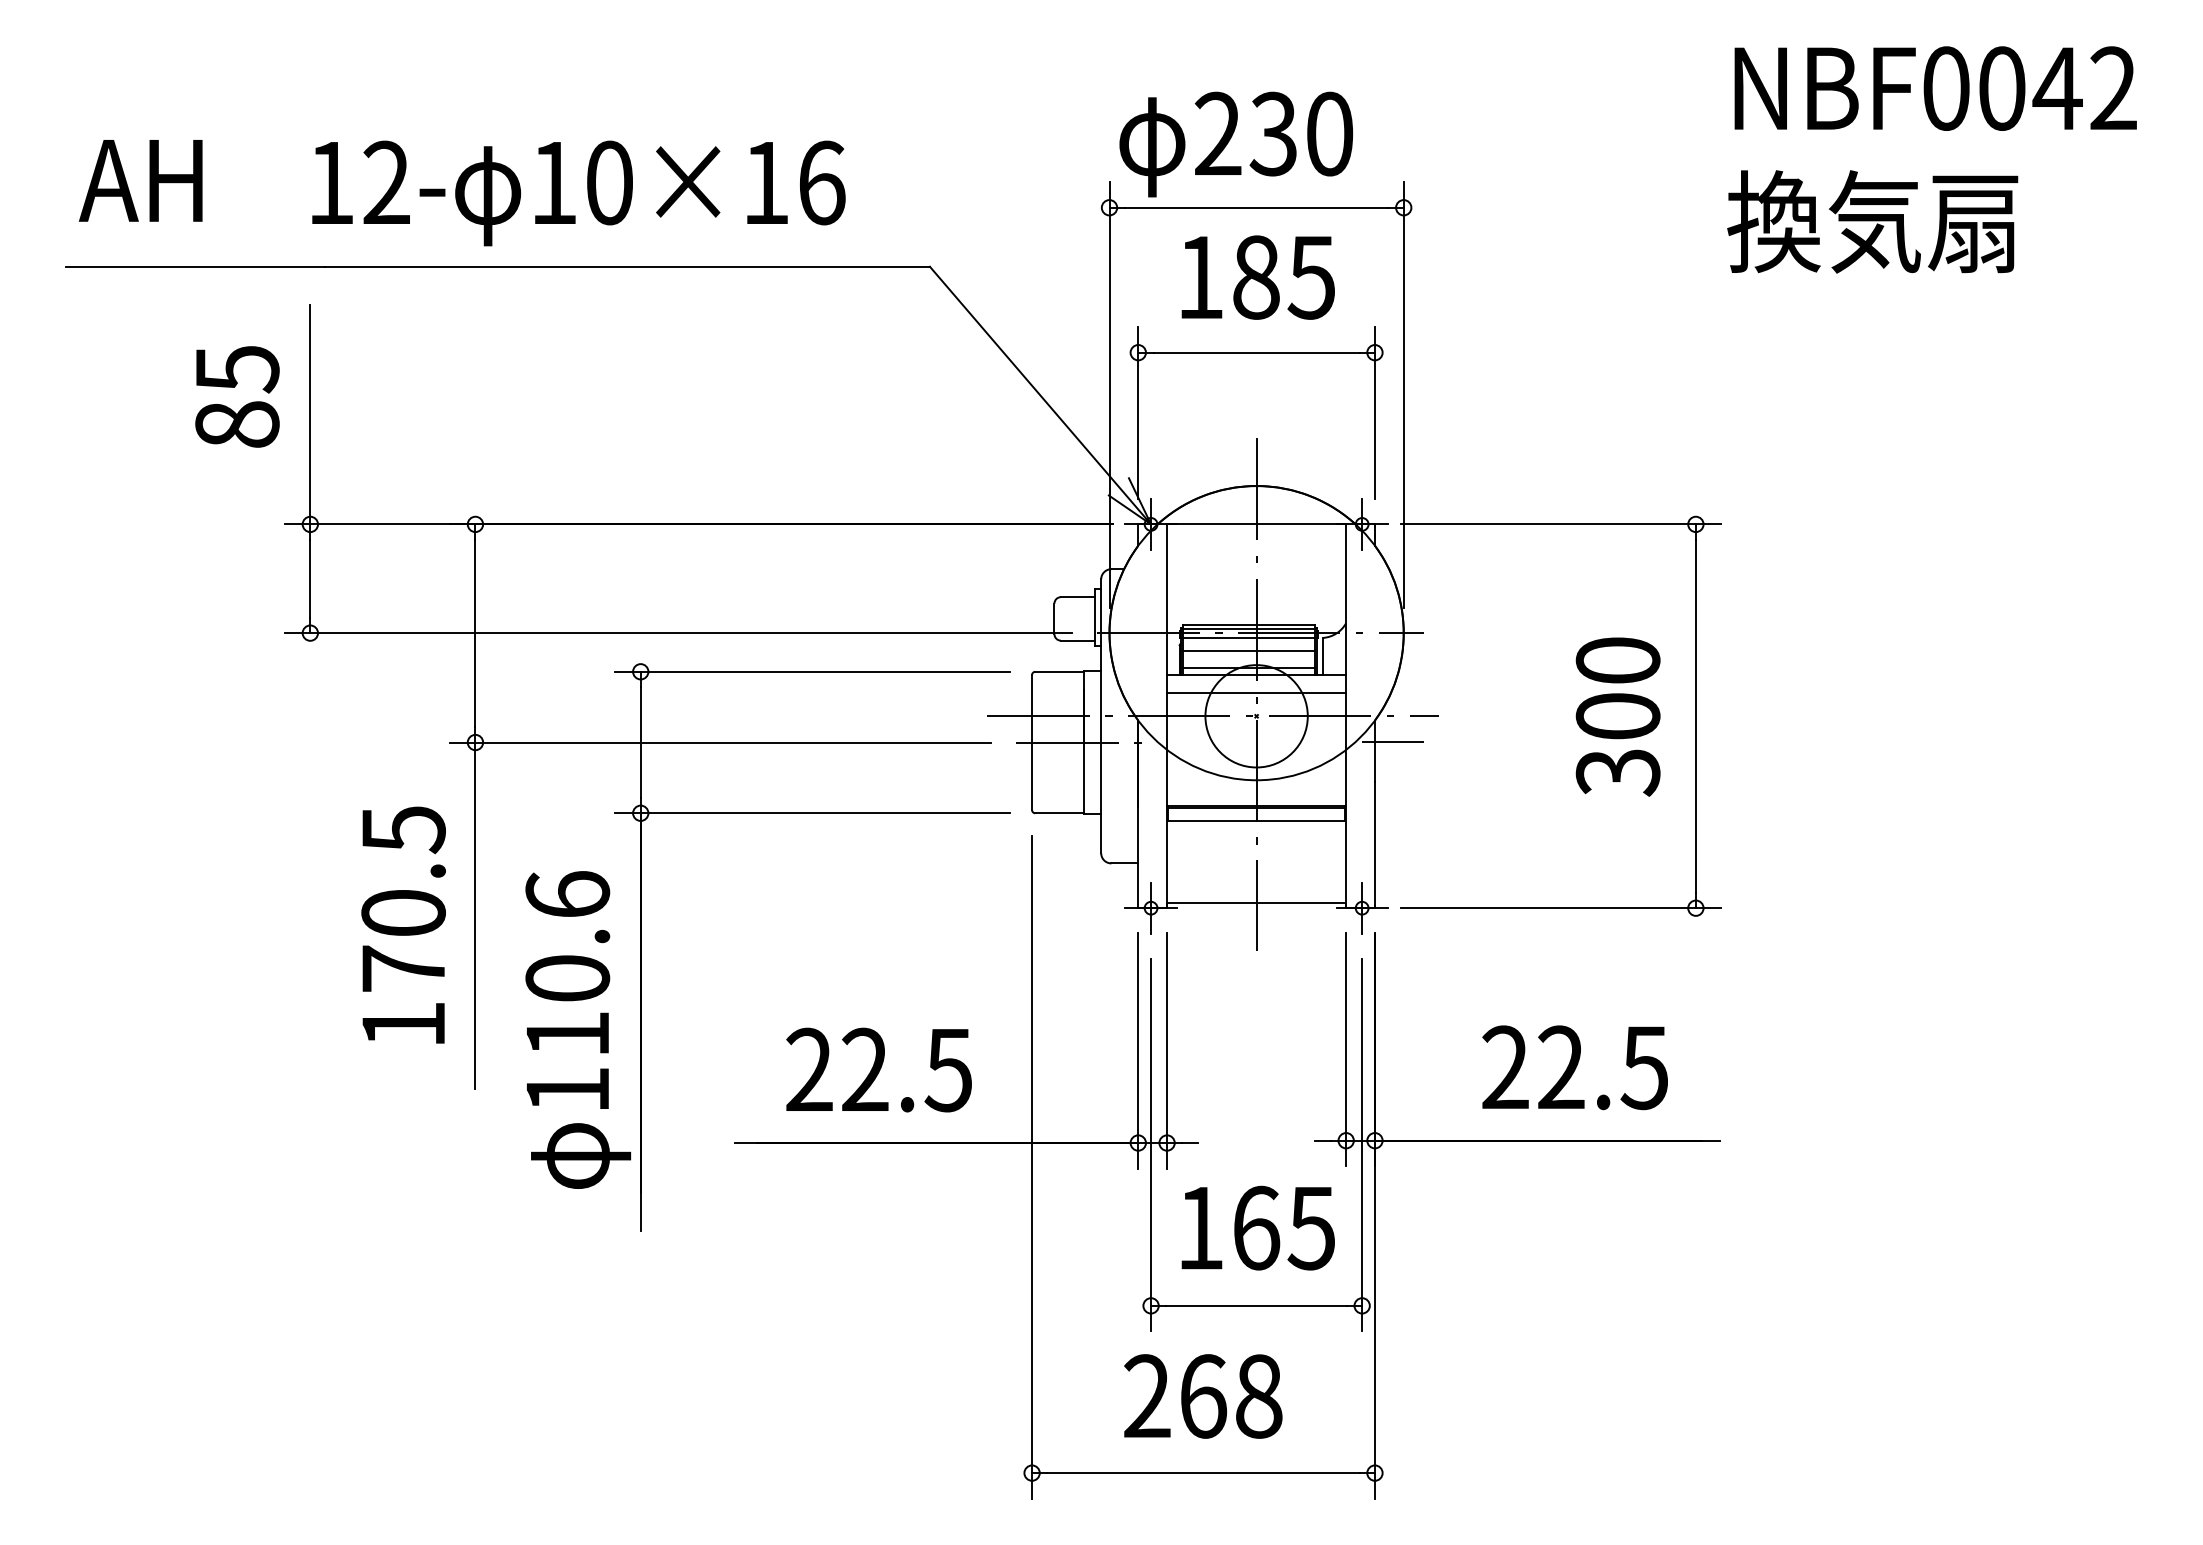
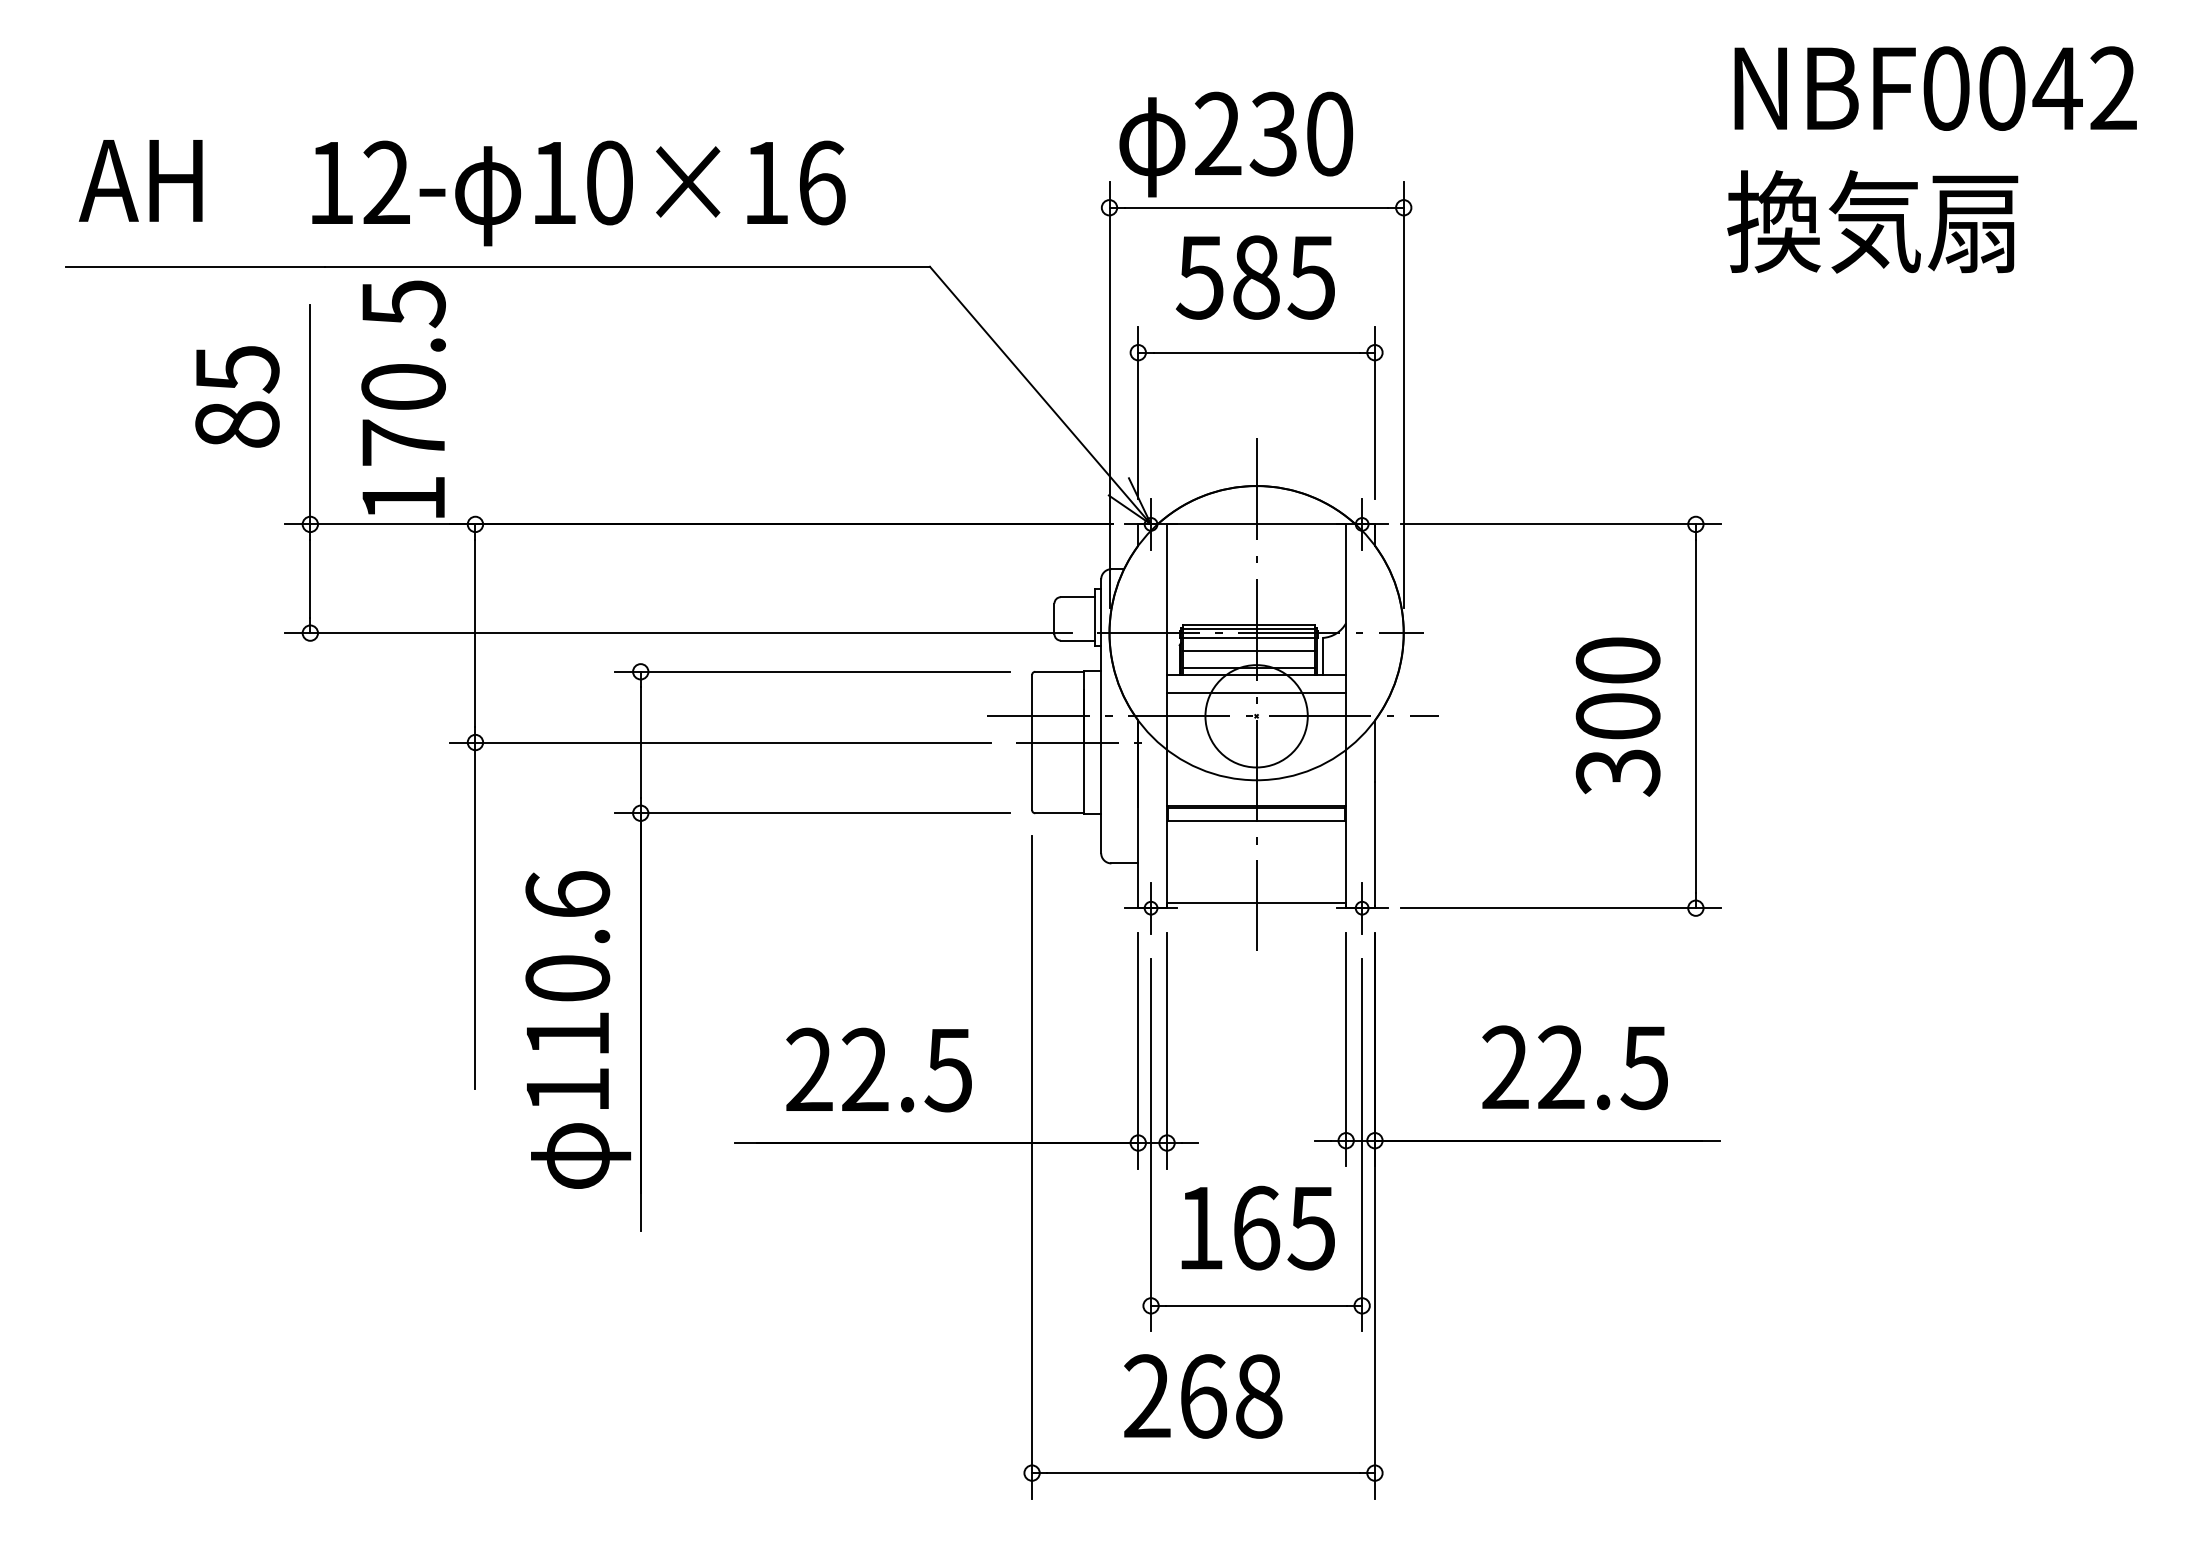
text at (1199, 277): 185 -> 585
line at (1393, 742): present -> none
text at (403, 924) position: (403, 924) -> (403, 398)
